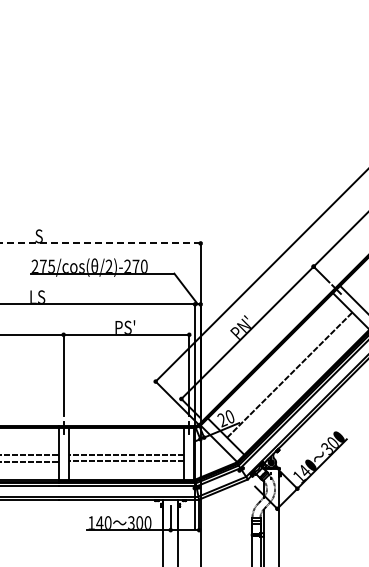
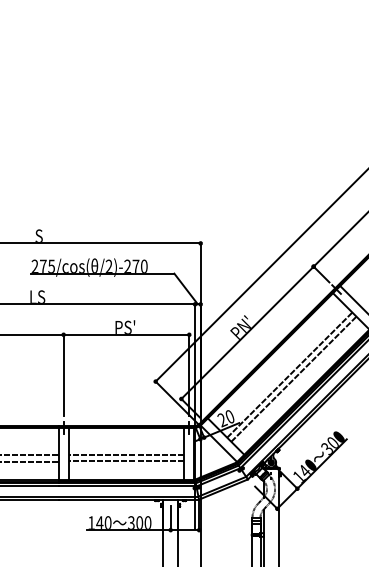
line at (100, 243): dashed -> solid
line at (293, 378): none -> present
